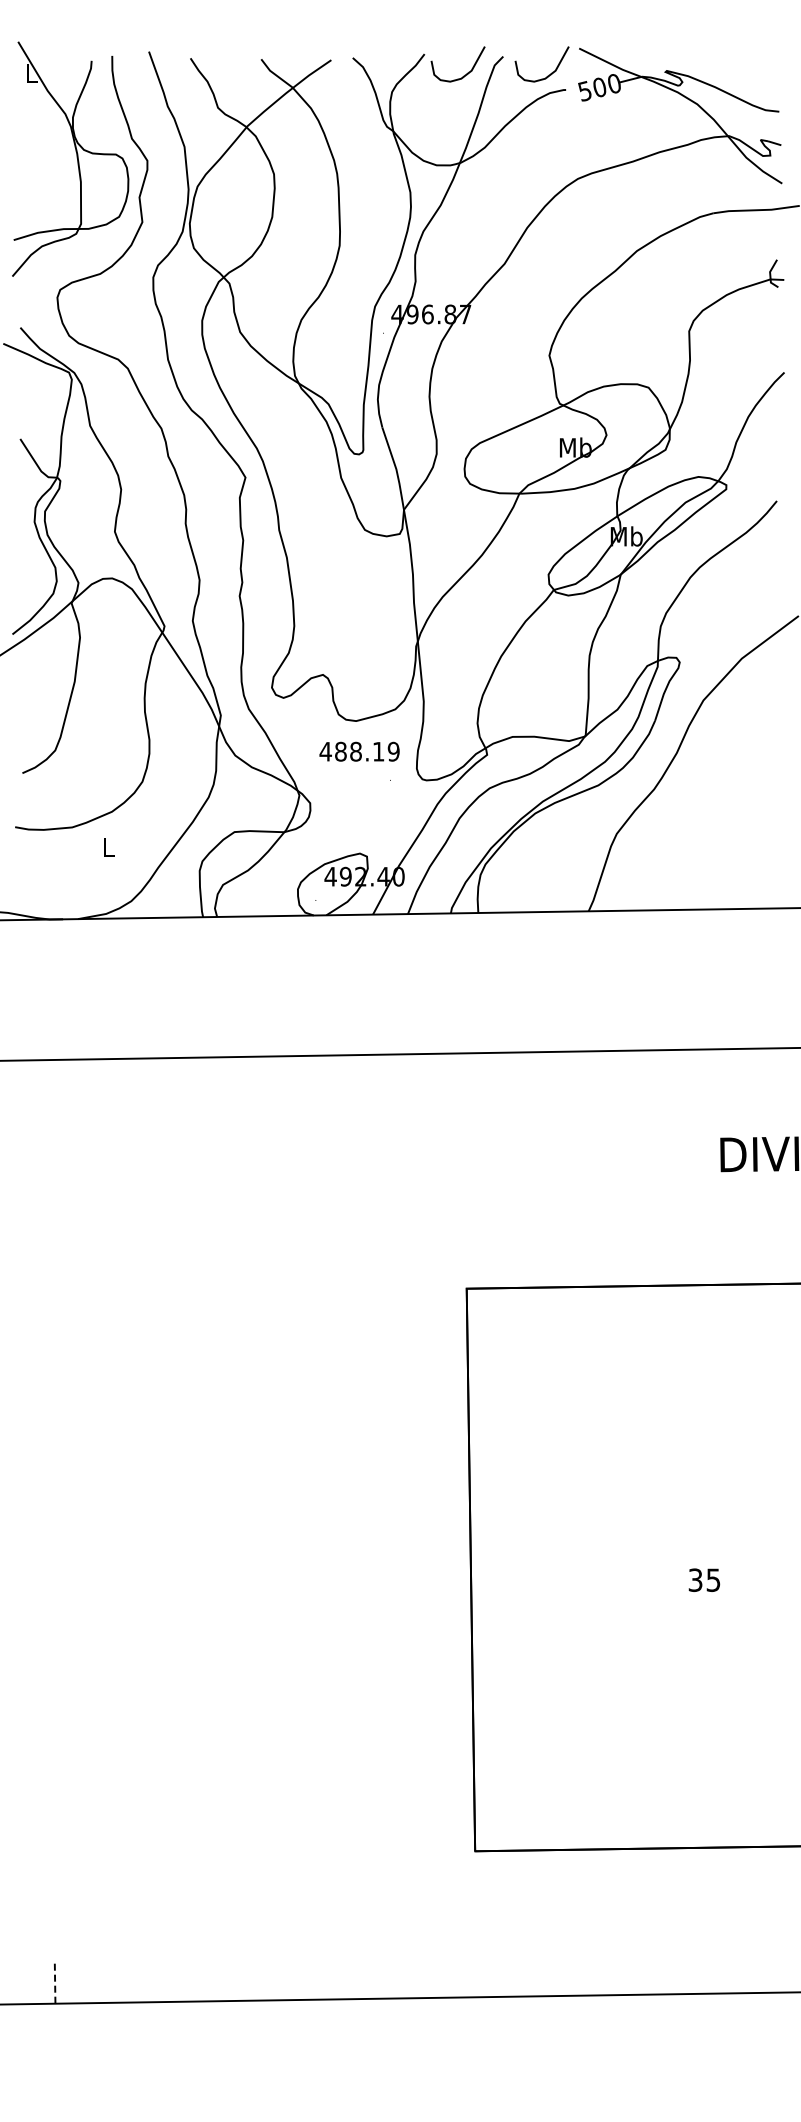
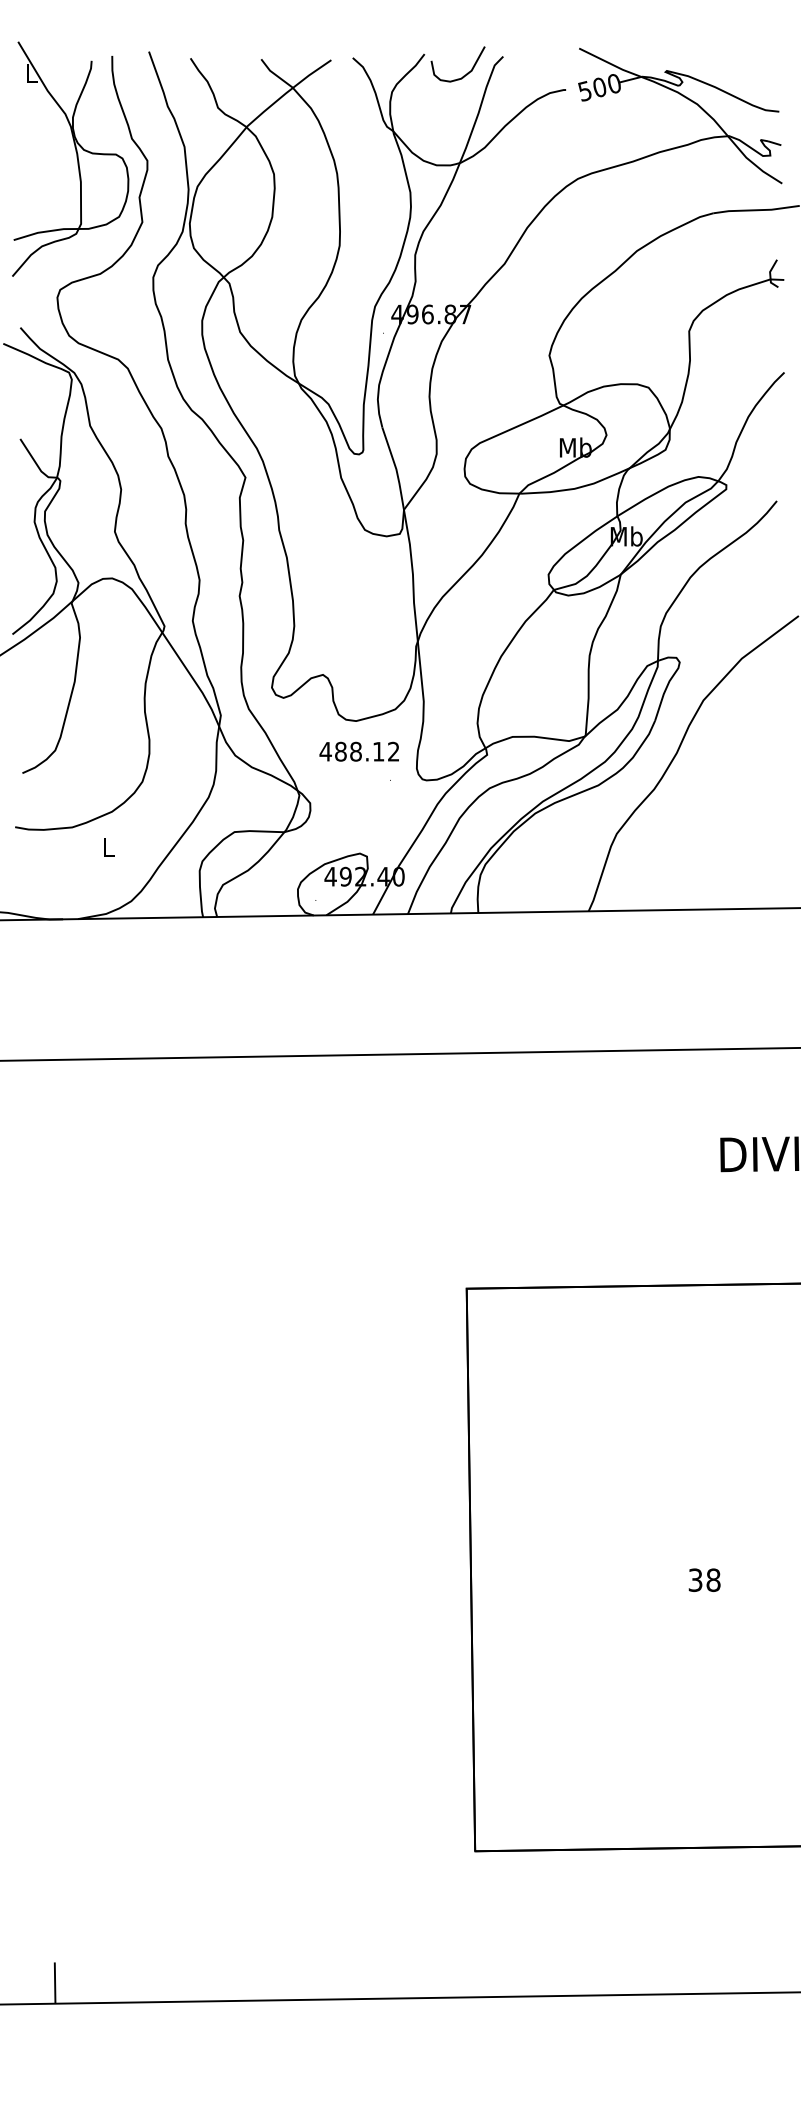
curve at (547, 75): present -> none
text at (393, 751): 488.19 -> 488.12
text at (713, 1579): 35 -> 38
line at (55, 1983): dashed -> solid
